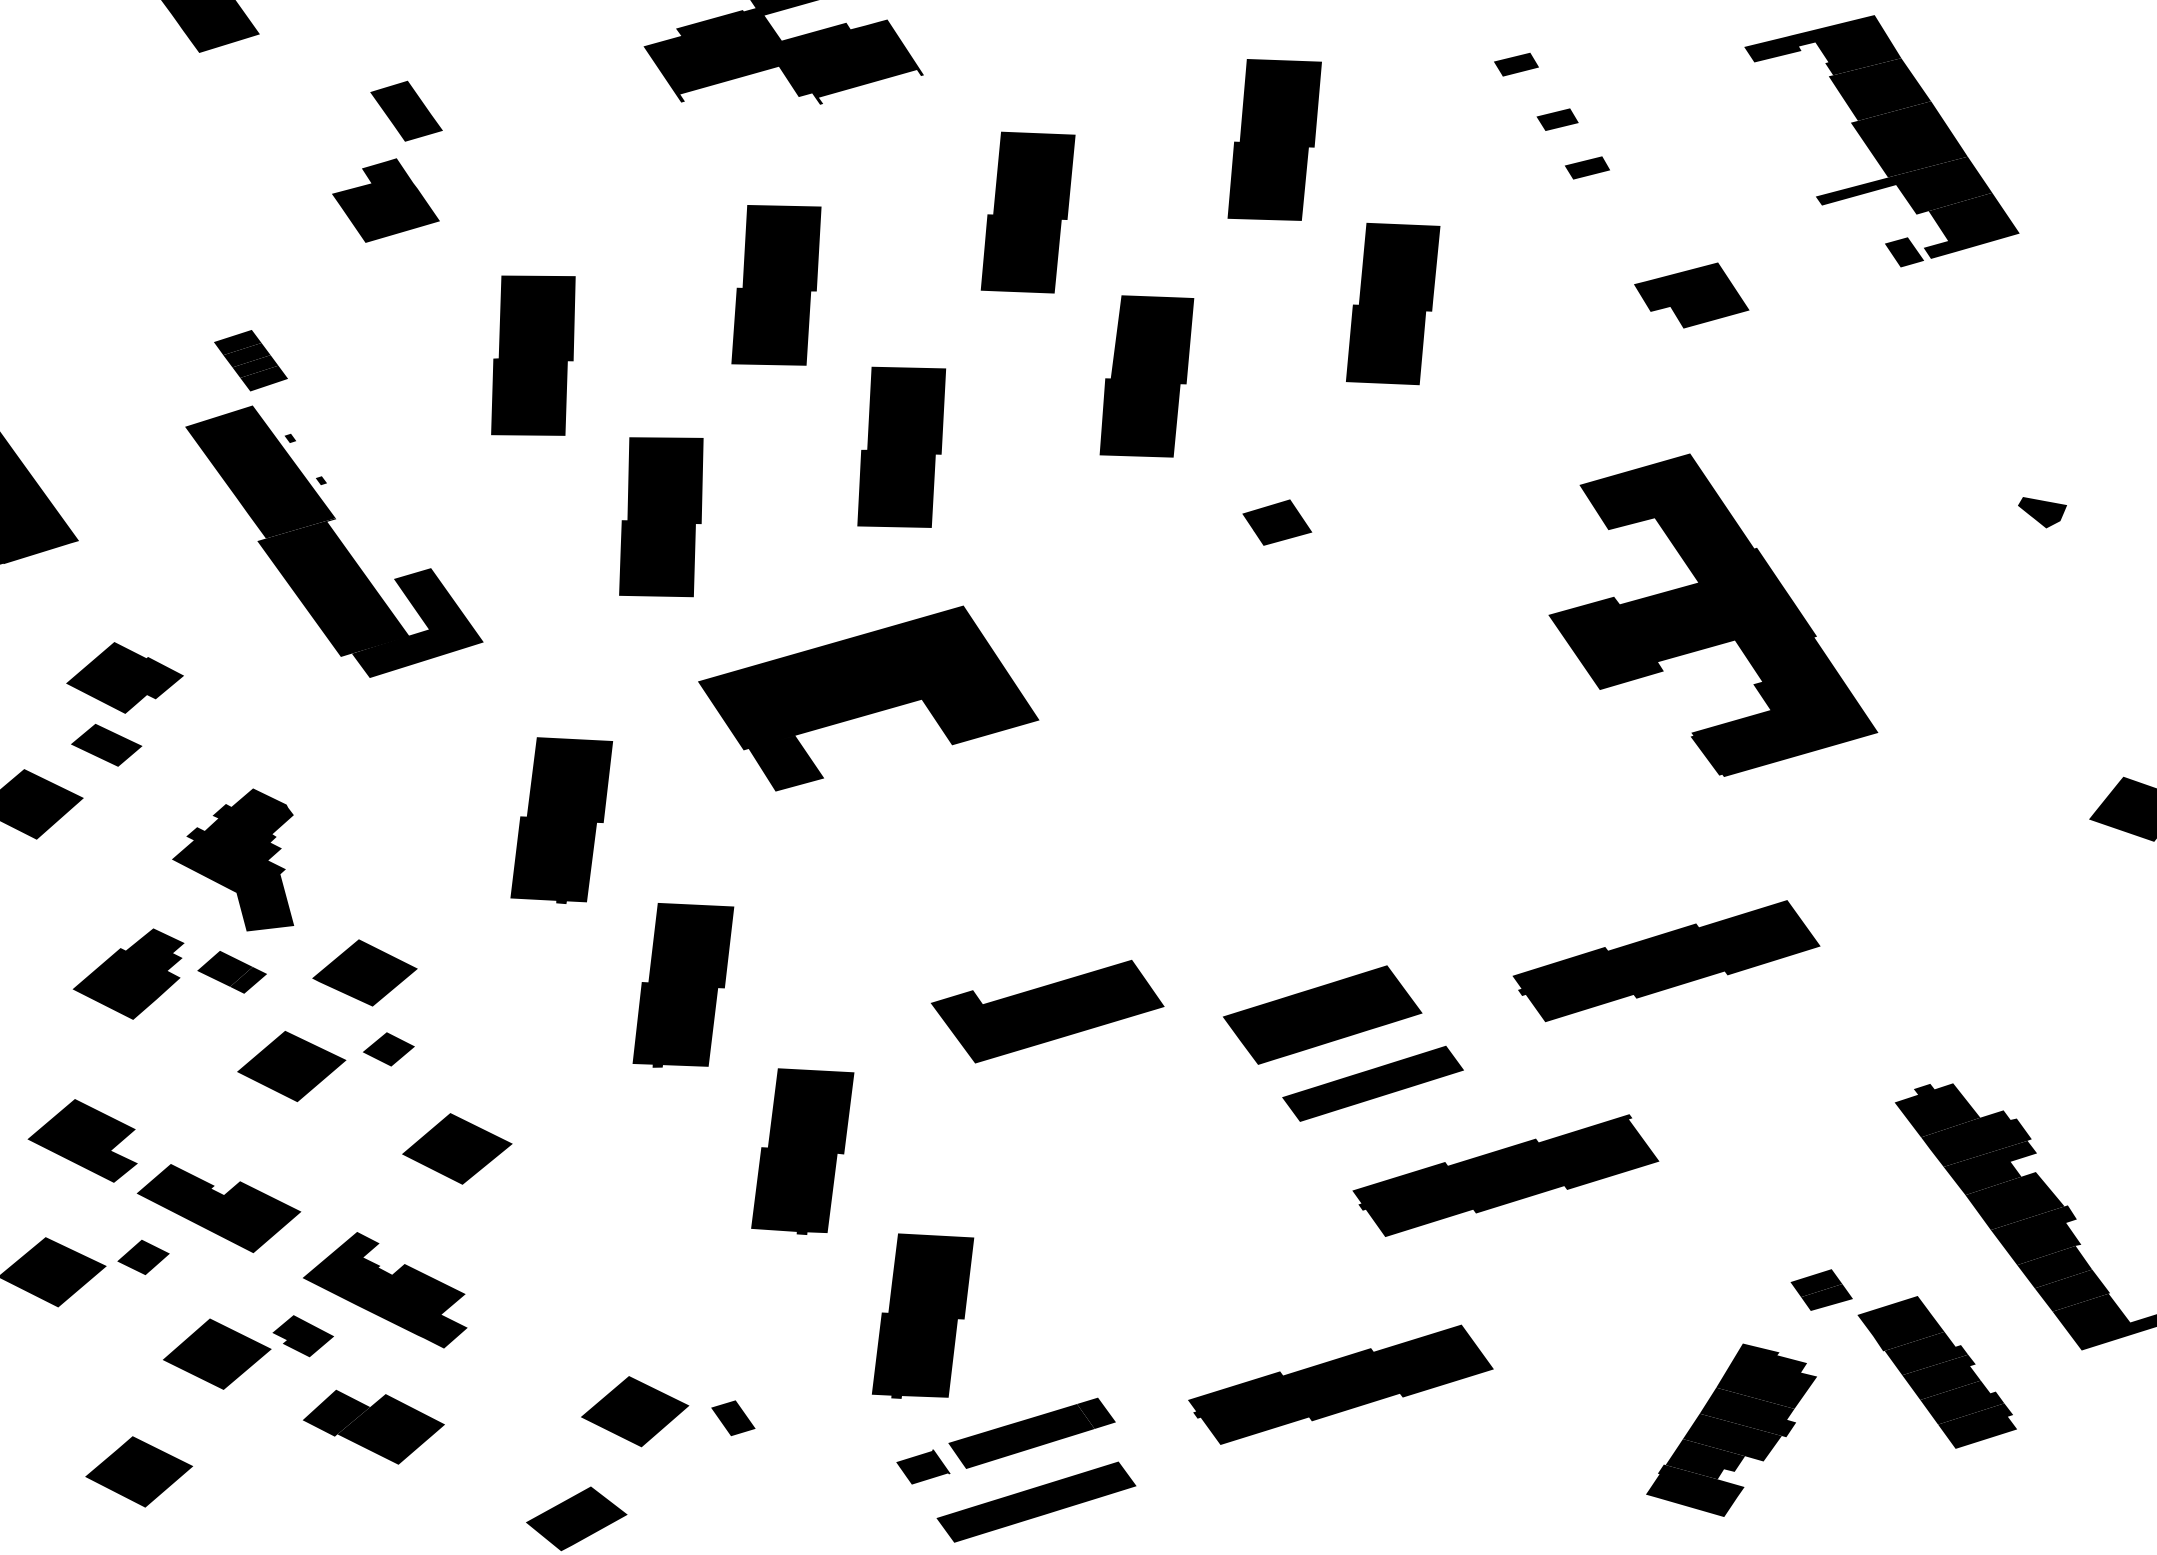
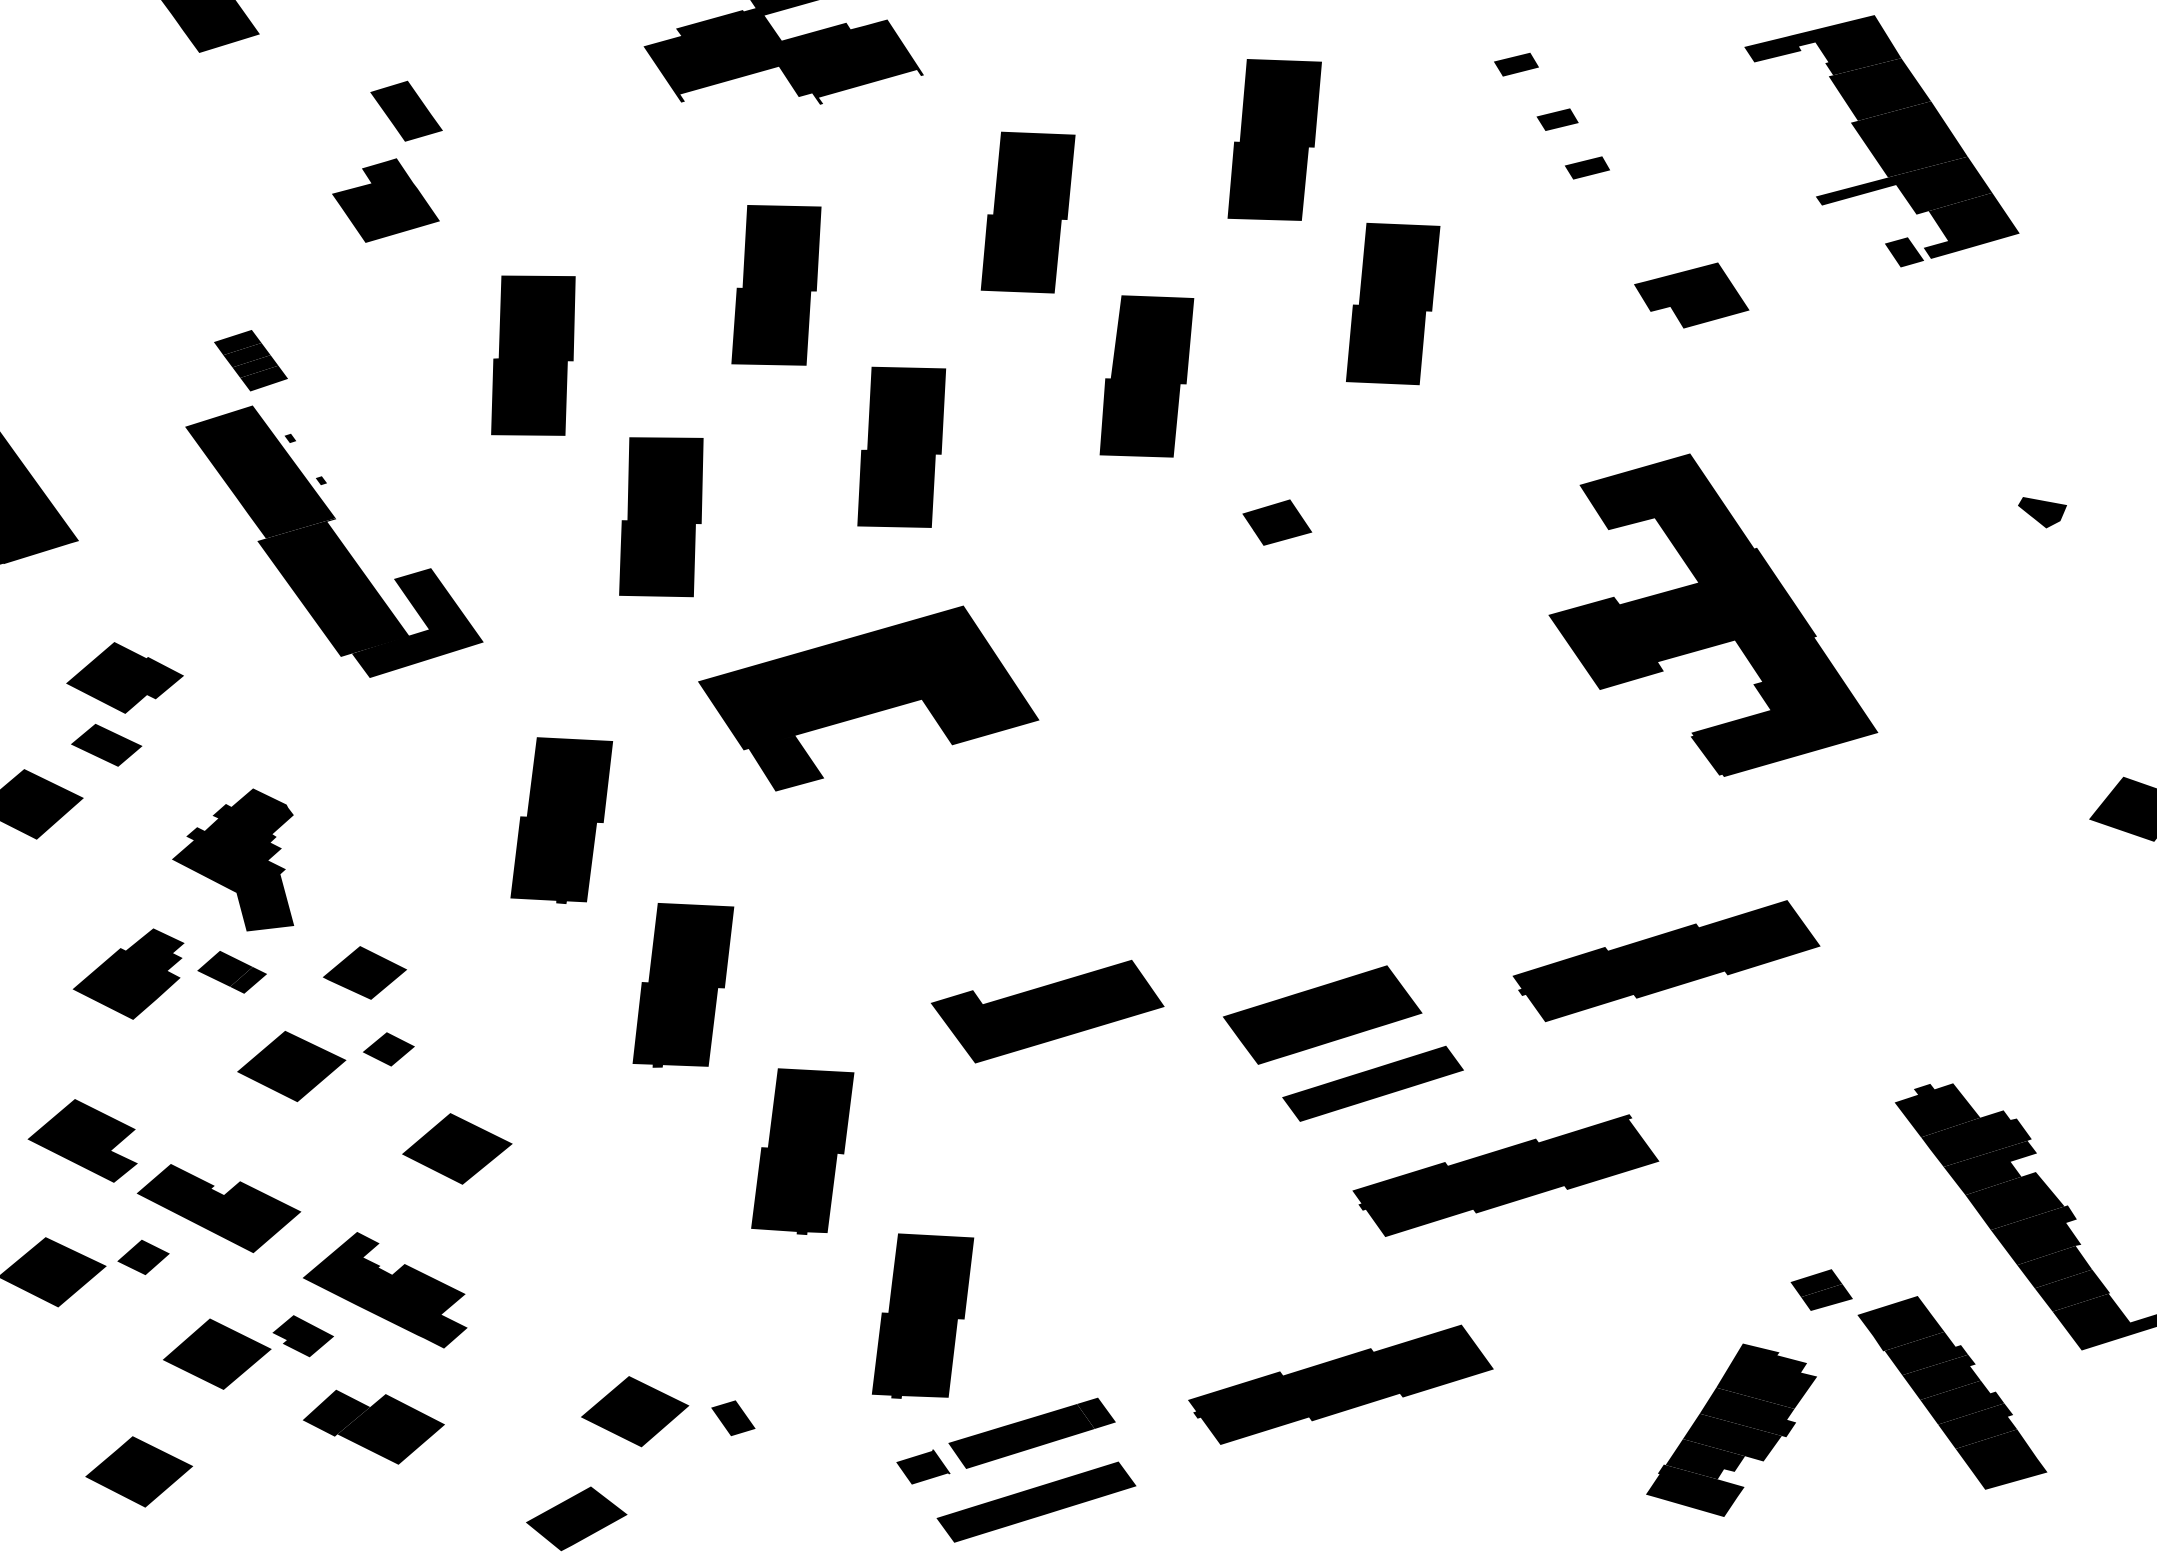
part at (364, 972) size: 106x68 px -> 84x54 px
fill at (2001, 1459): none -> present
